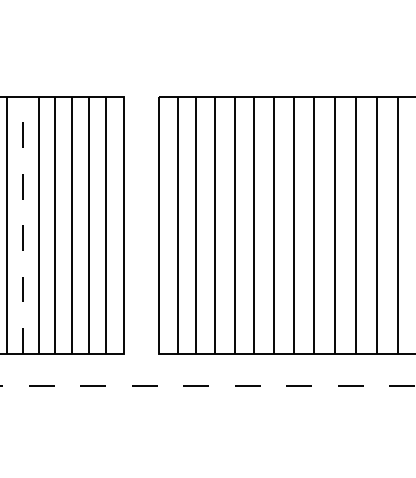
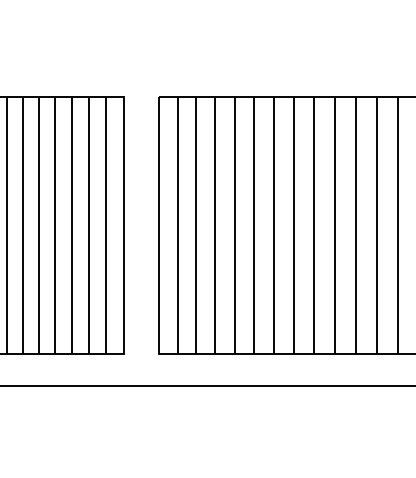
line at (23, 225): dashed -> solid
line at (208, 385): dashed -> solid
